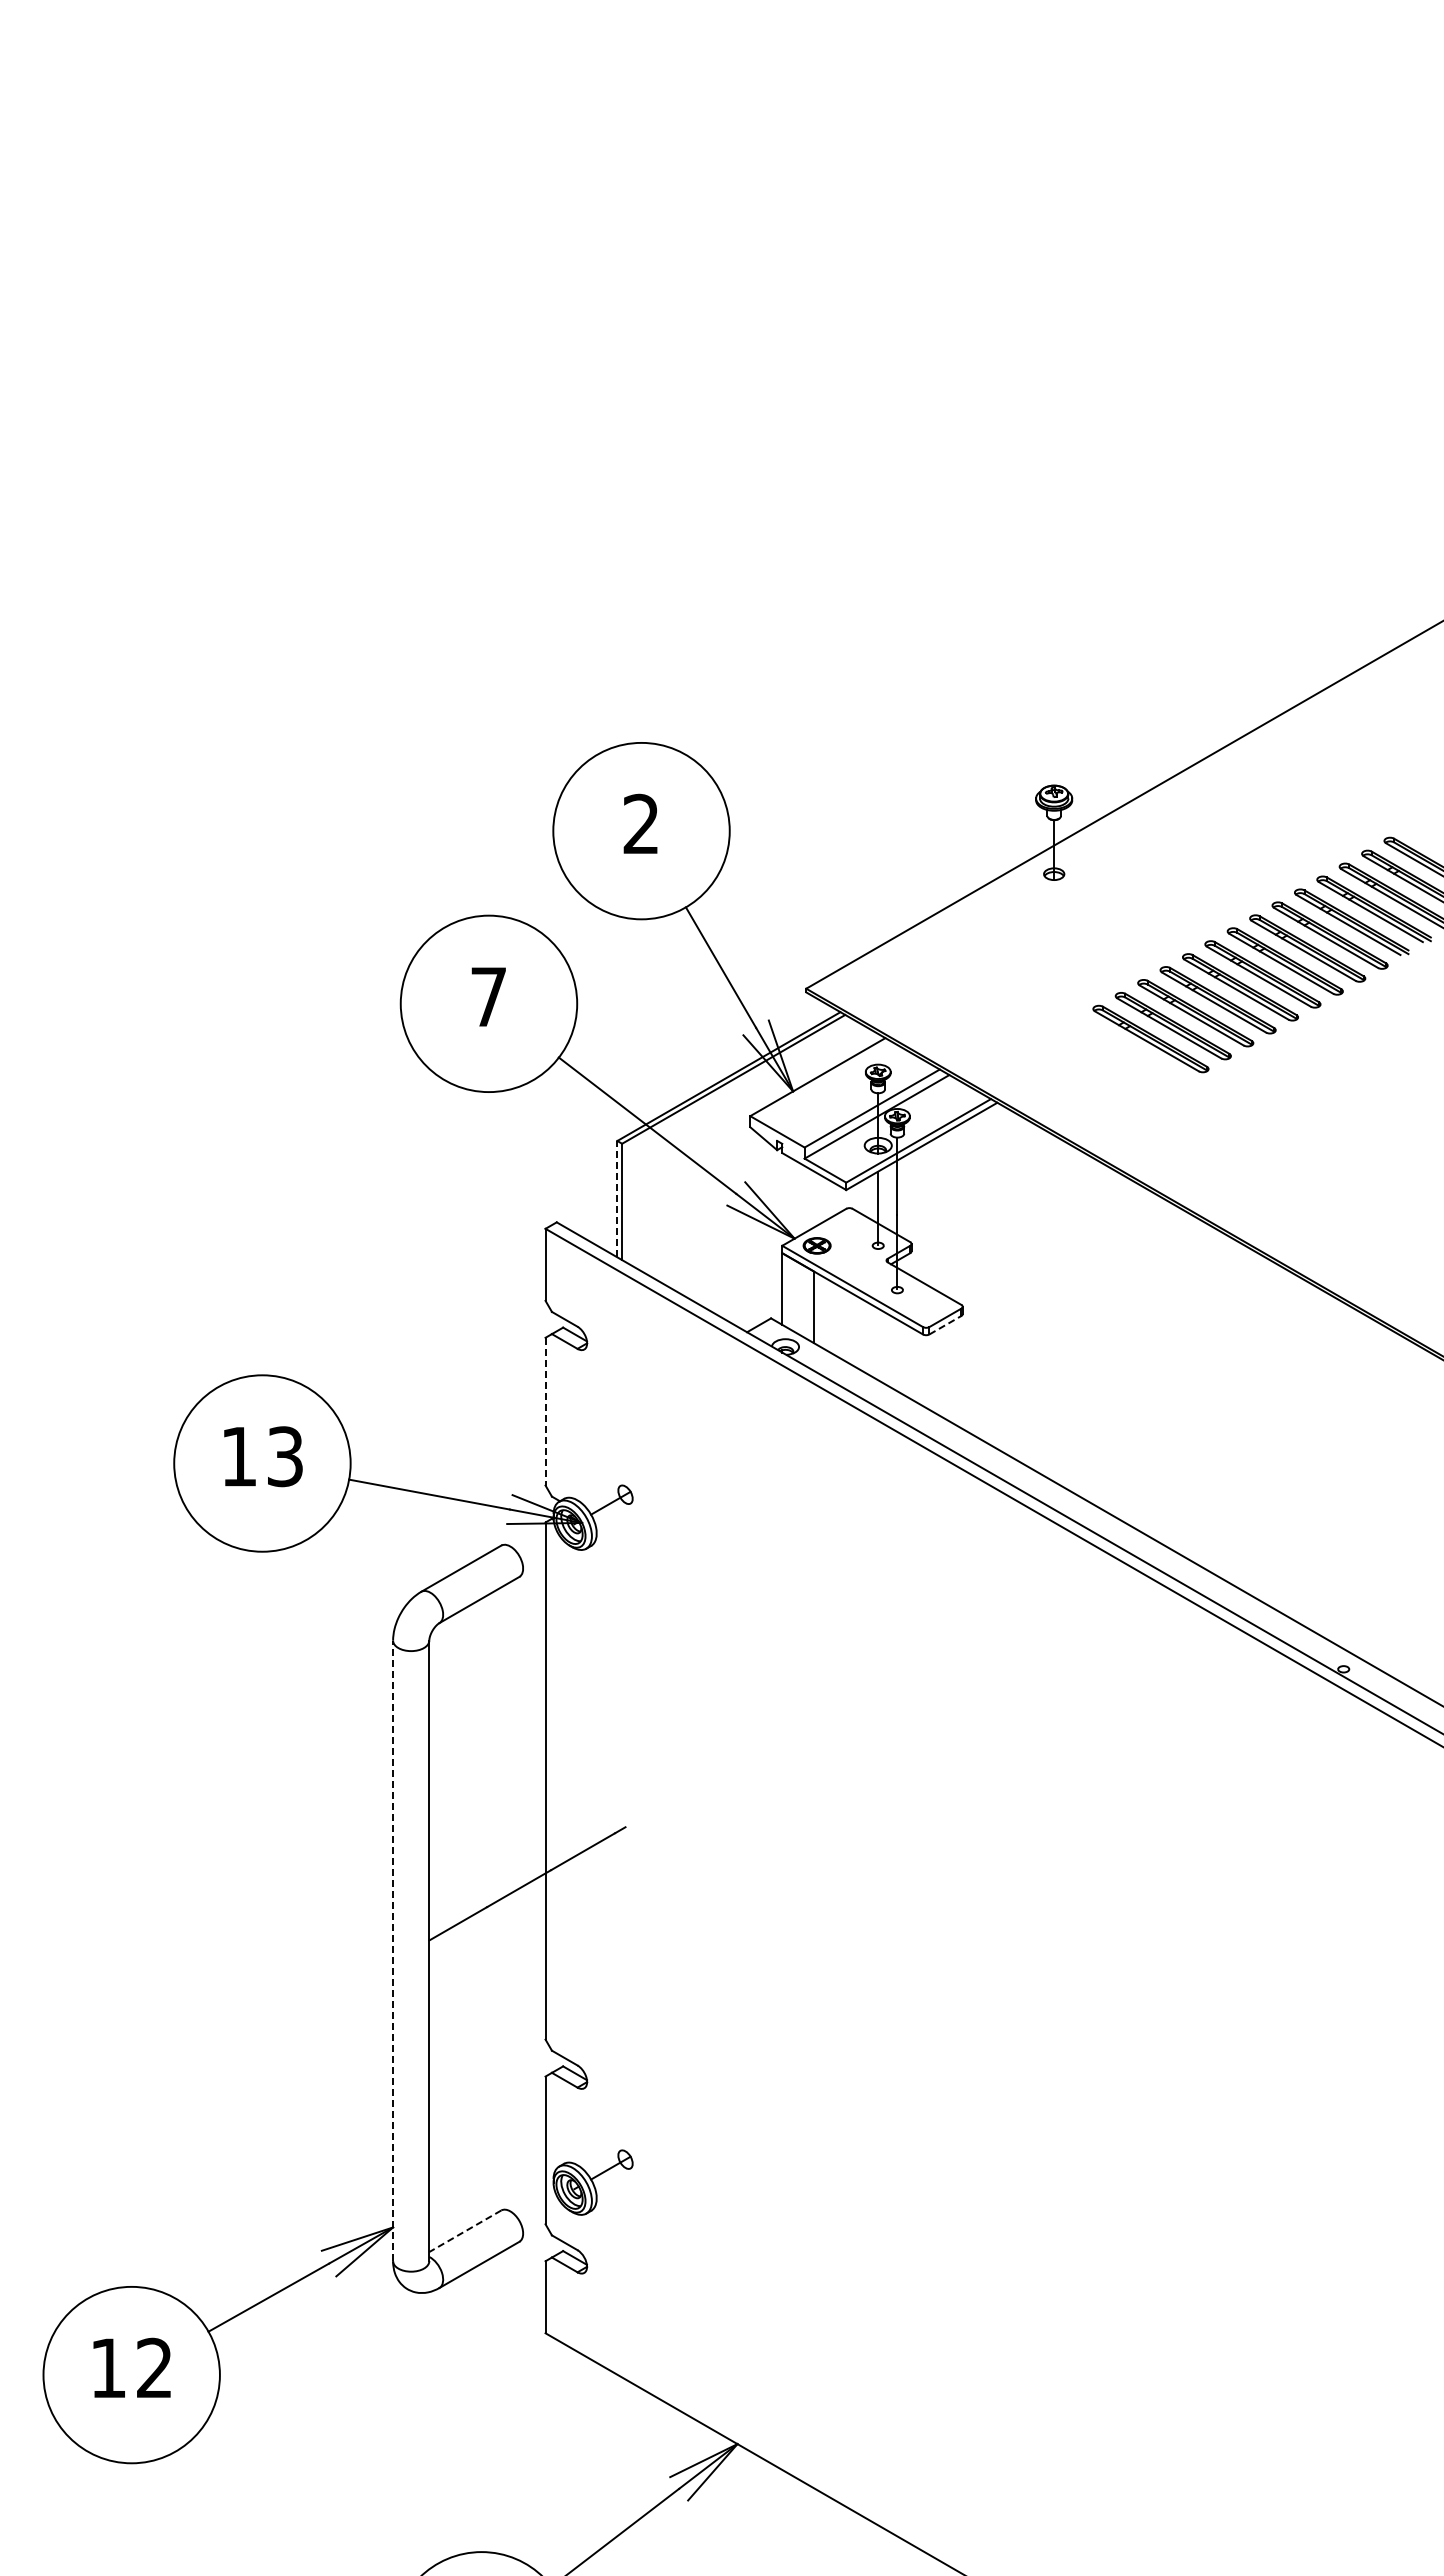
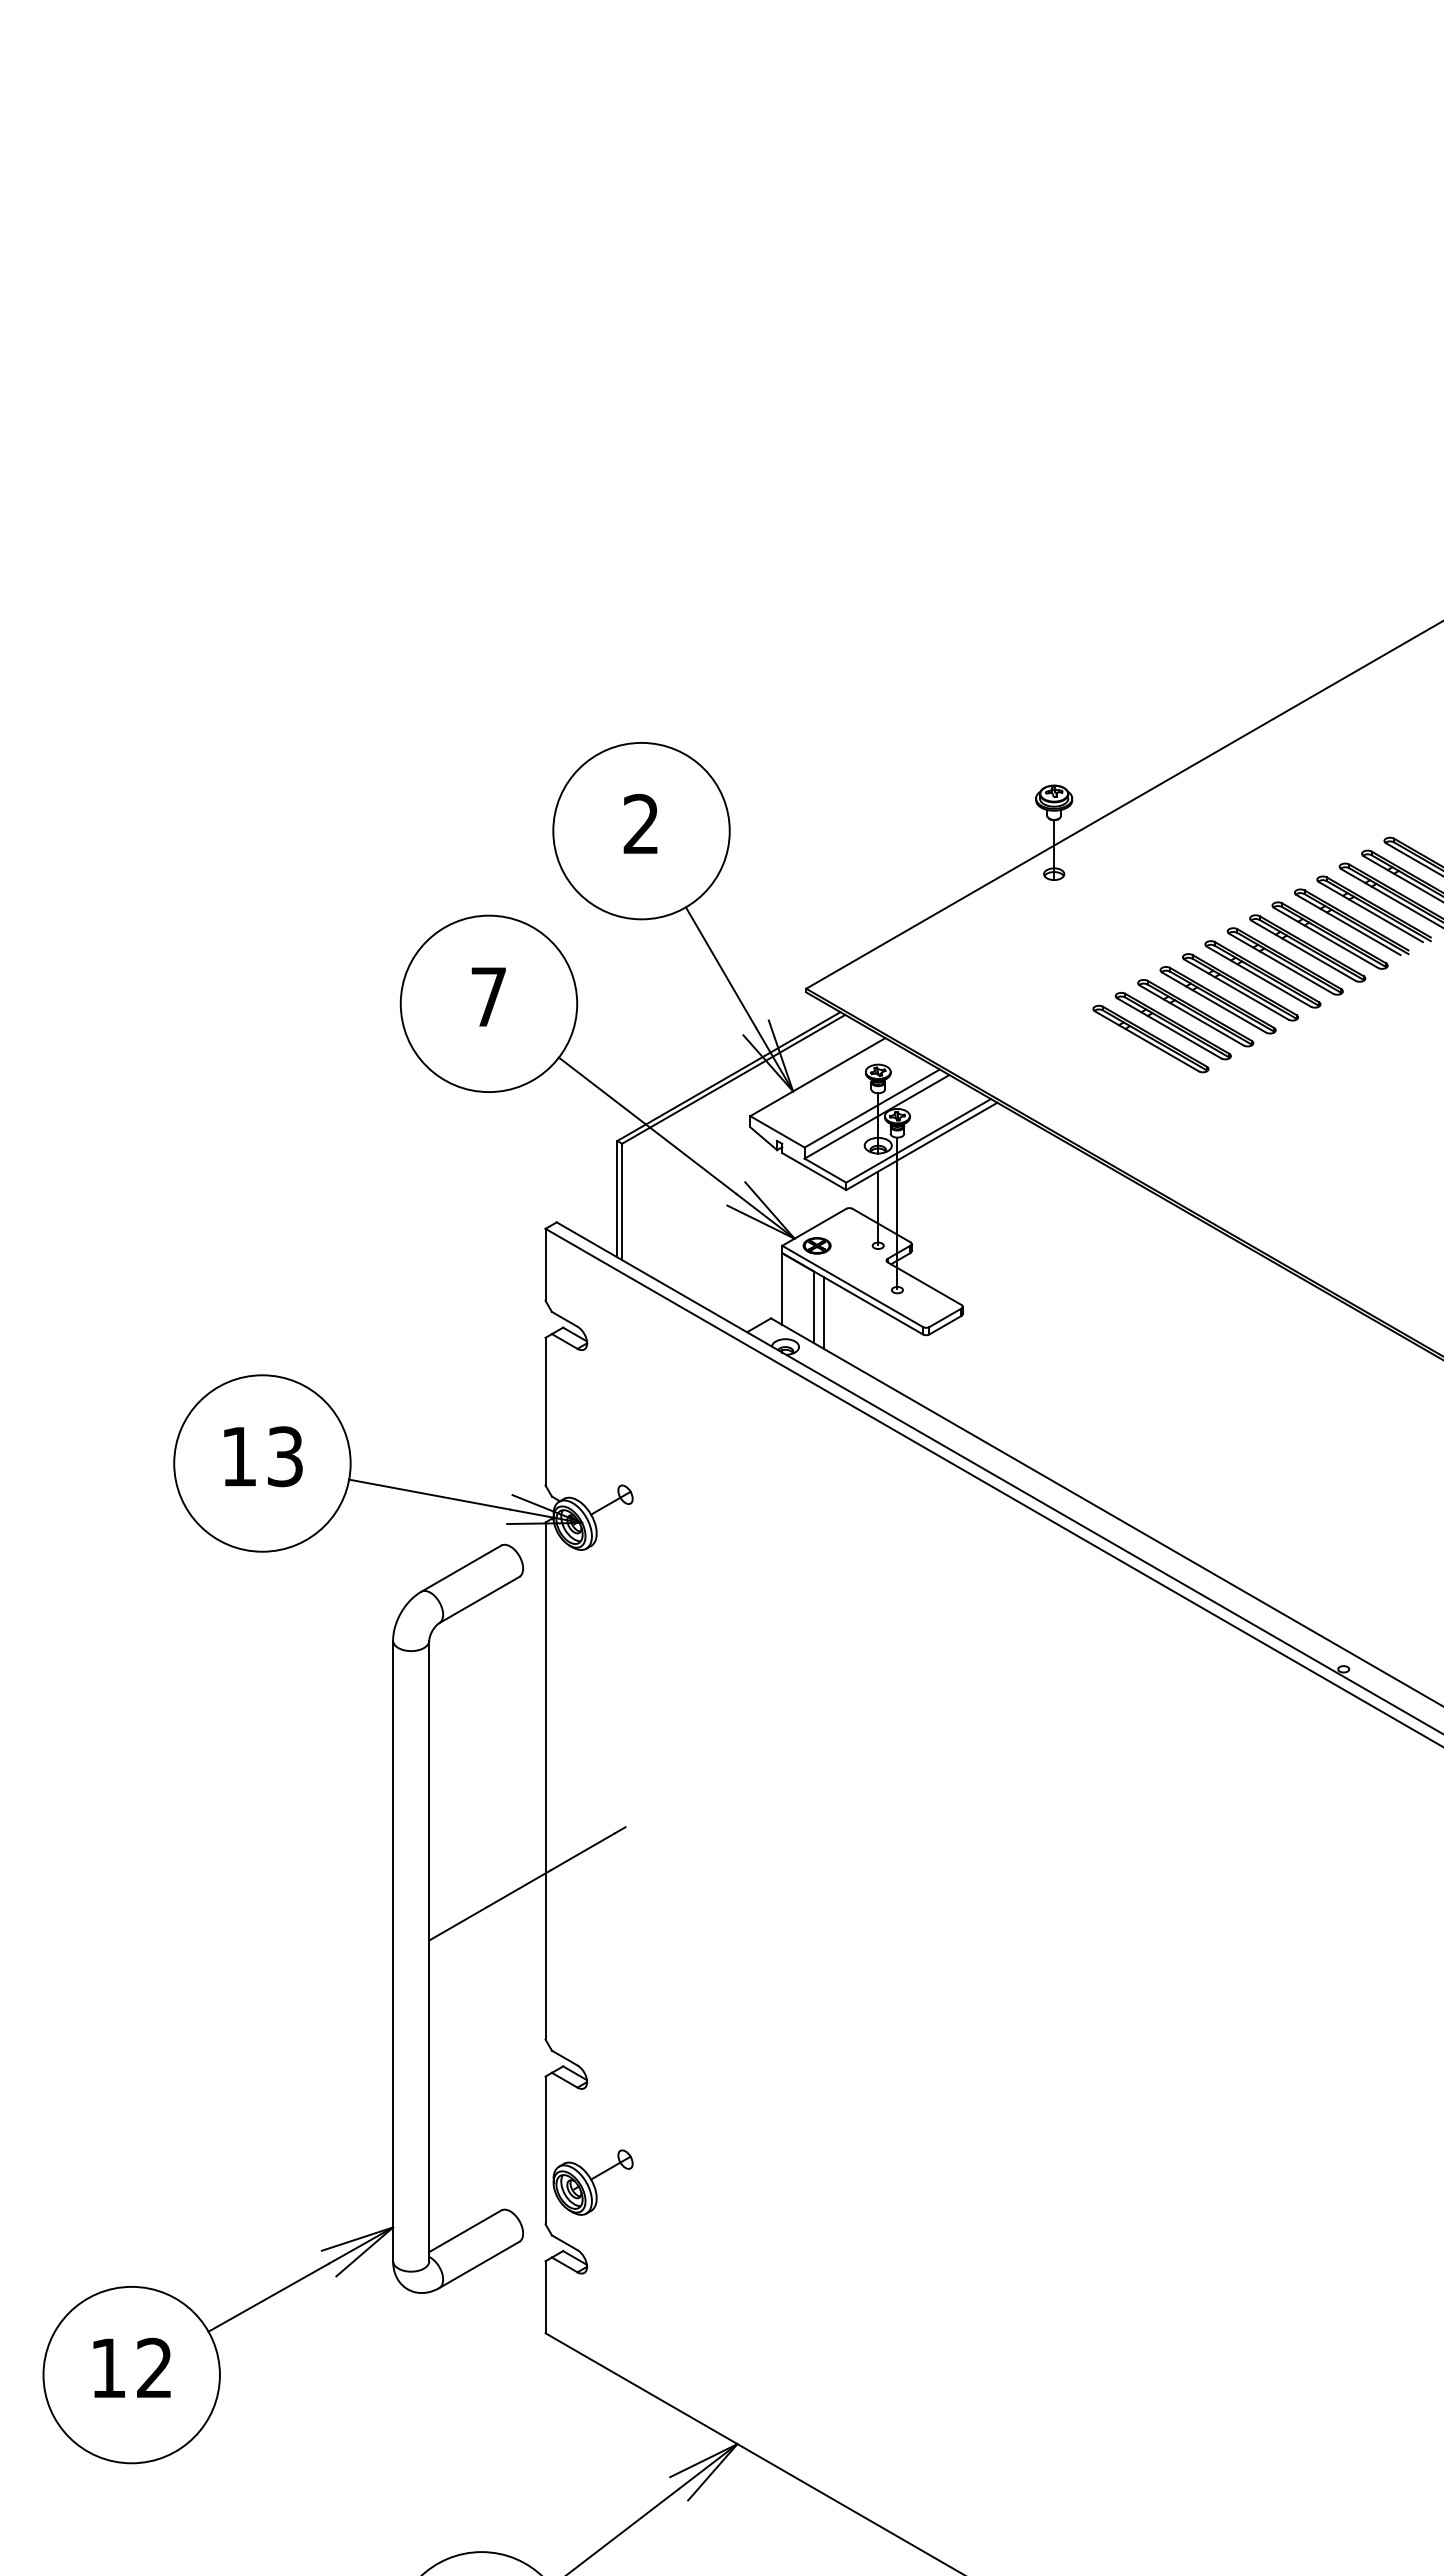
line at (617, 1198): dashed -> solid
line at (823, 1312): none -> present
line at (945, 1324): dashed -> solid
line at (545, 1411): dashed -> solid
line at (393, 1950): dashed -> solid
line at (465, 2231): dashed -> solid
